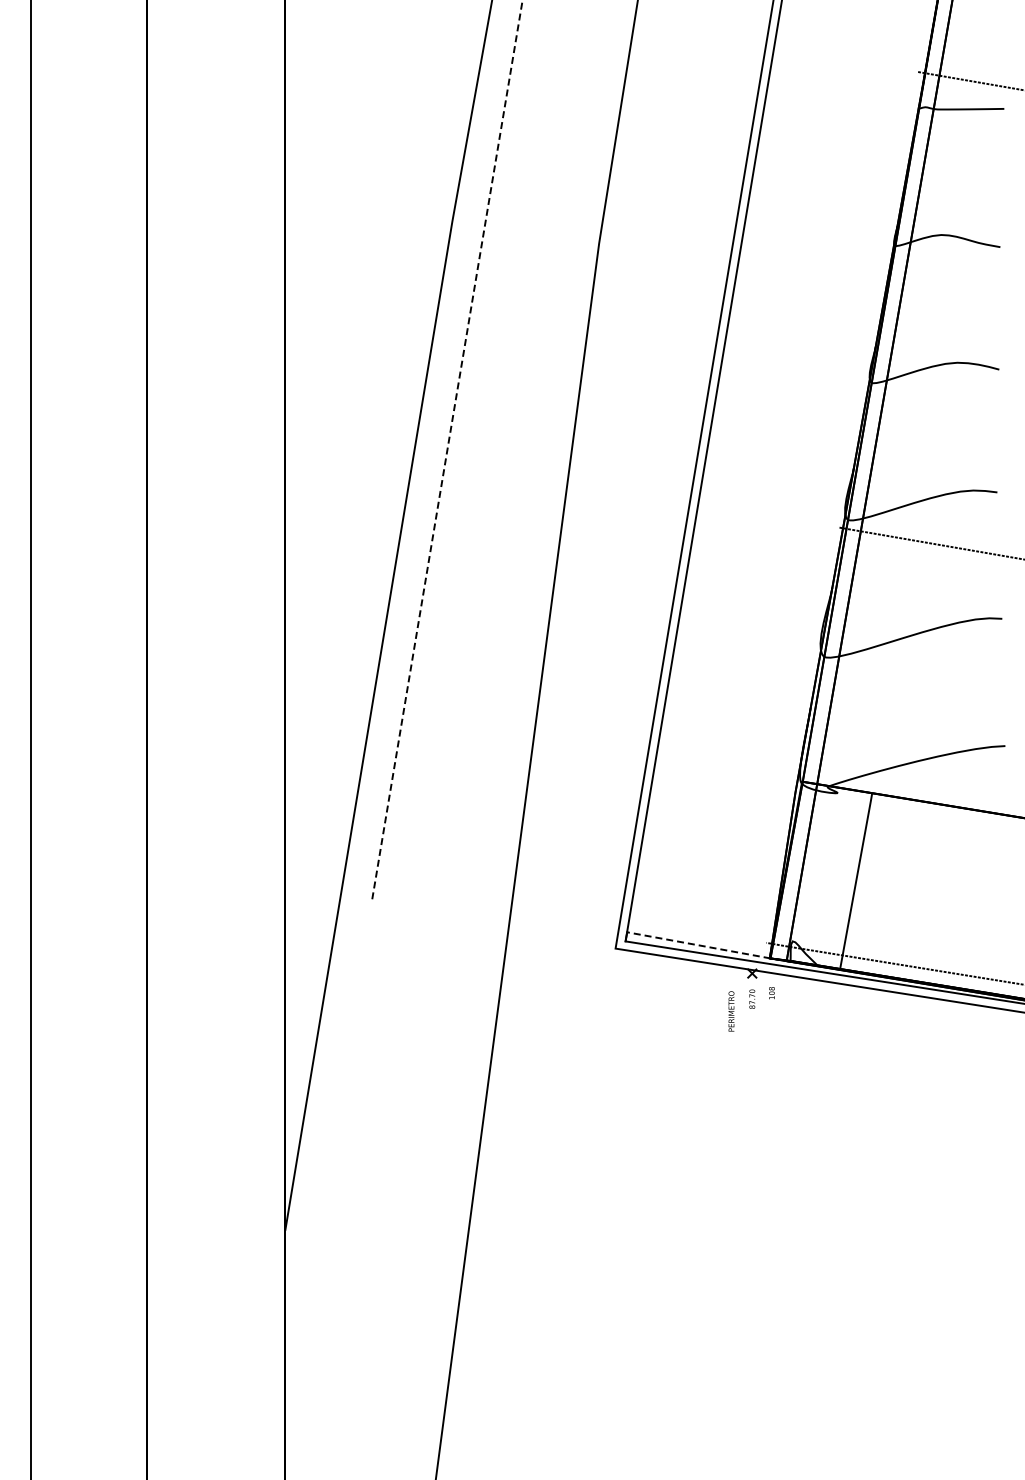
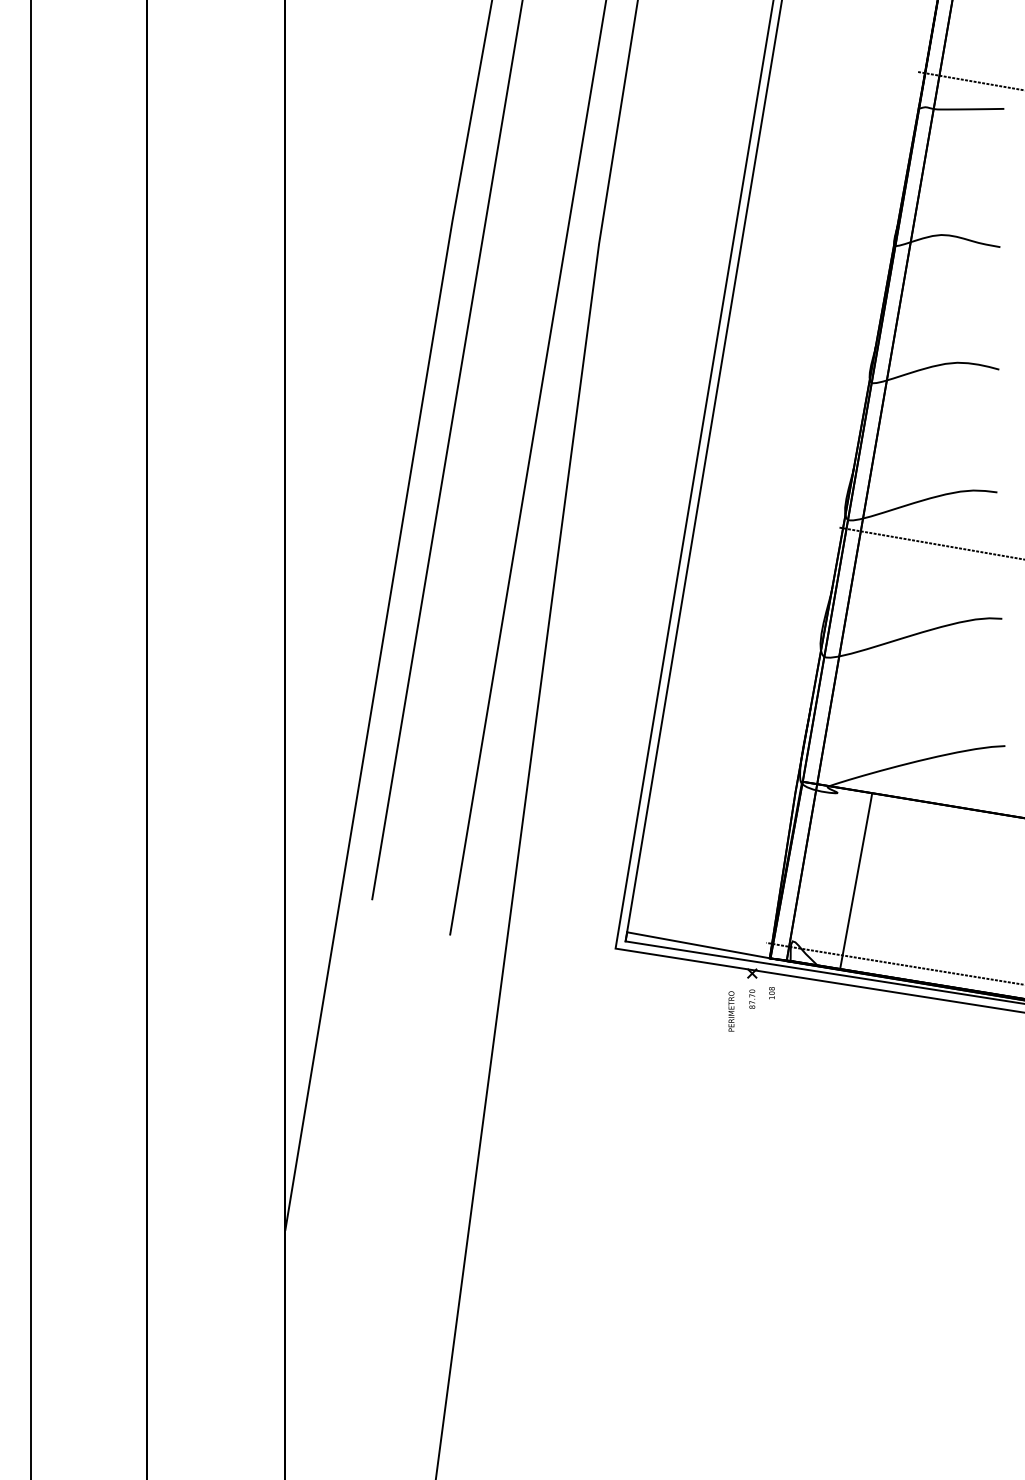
line at (447, 449): dashed -> solid
line at (527, 468): none -> present
line at (698, 945): dashed -> solid
